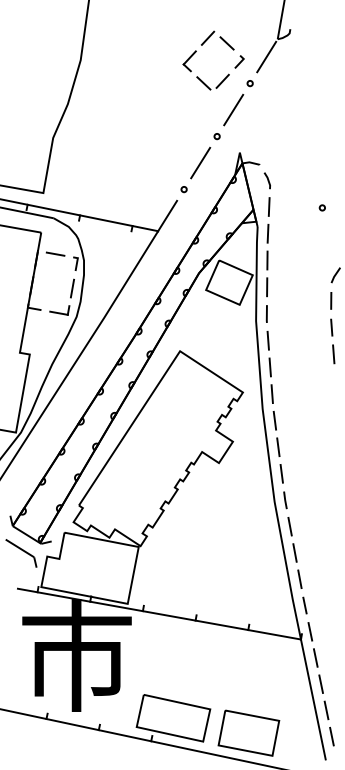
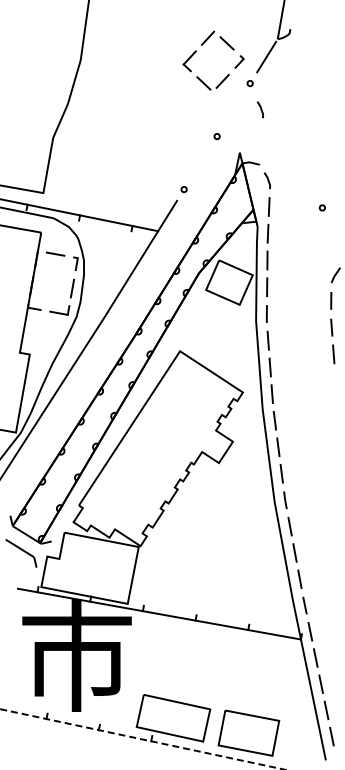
line at (233, 109): present -> none
line at (260, 109): none -> present
line at (200, 162): present -> none
line at (143, 739): solid -> dashed
